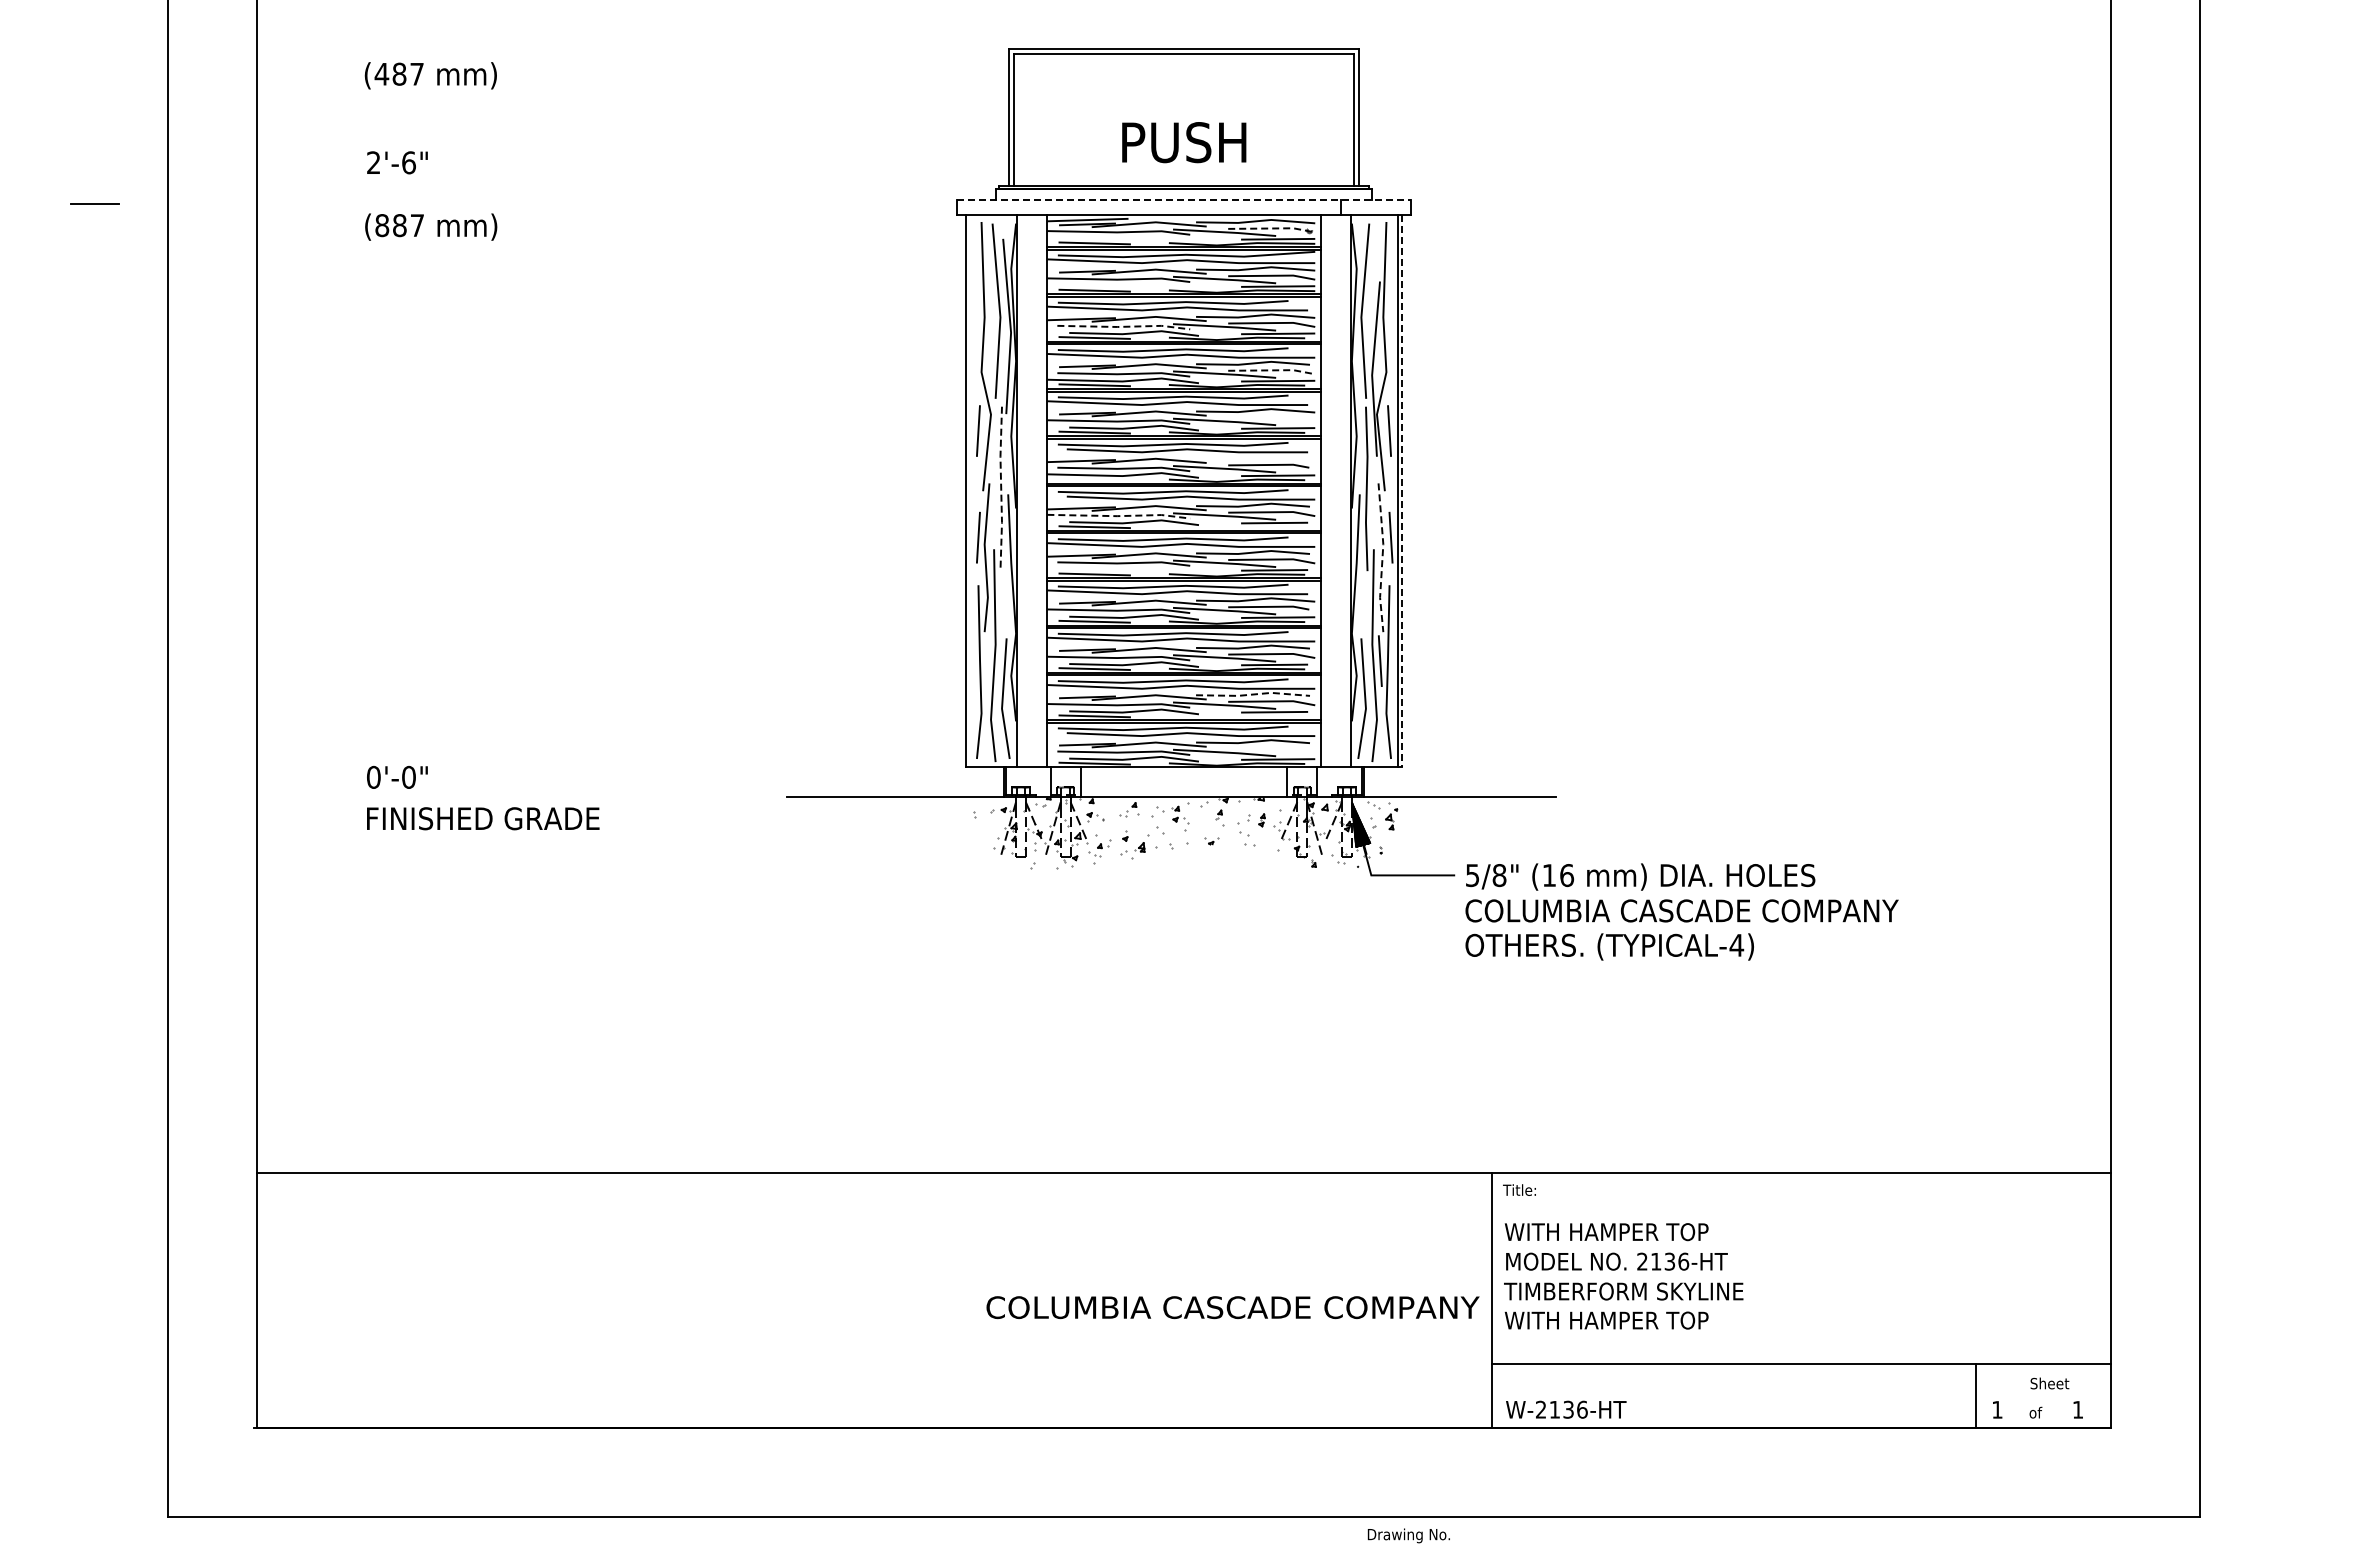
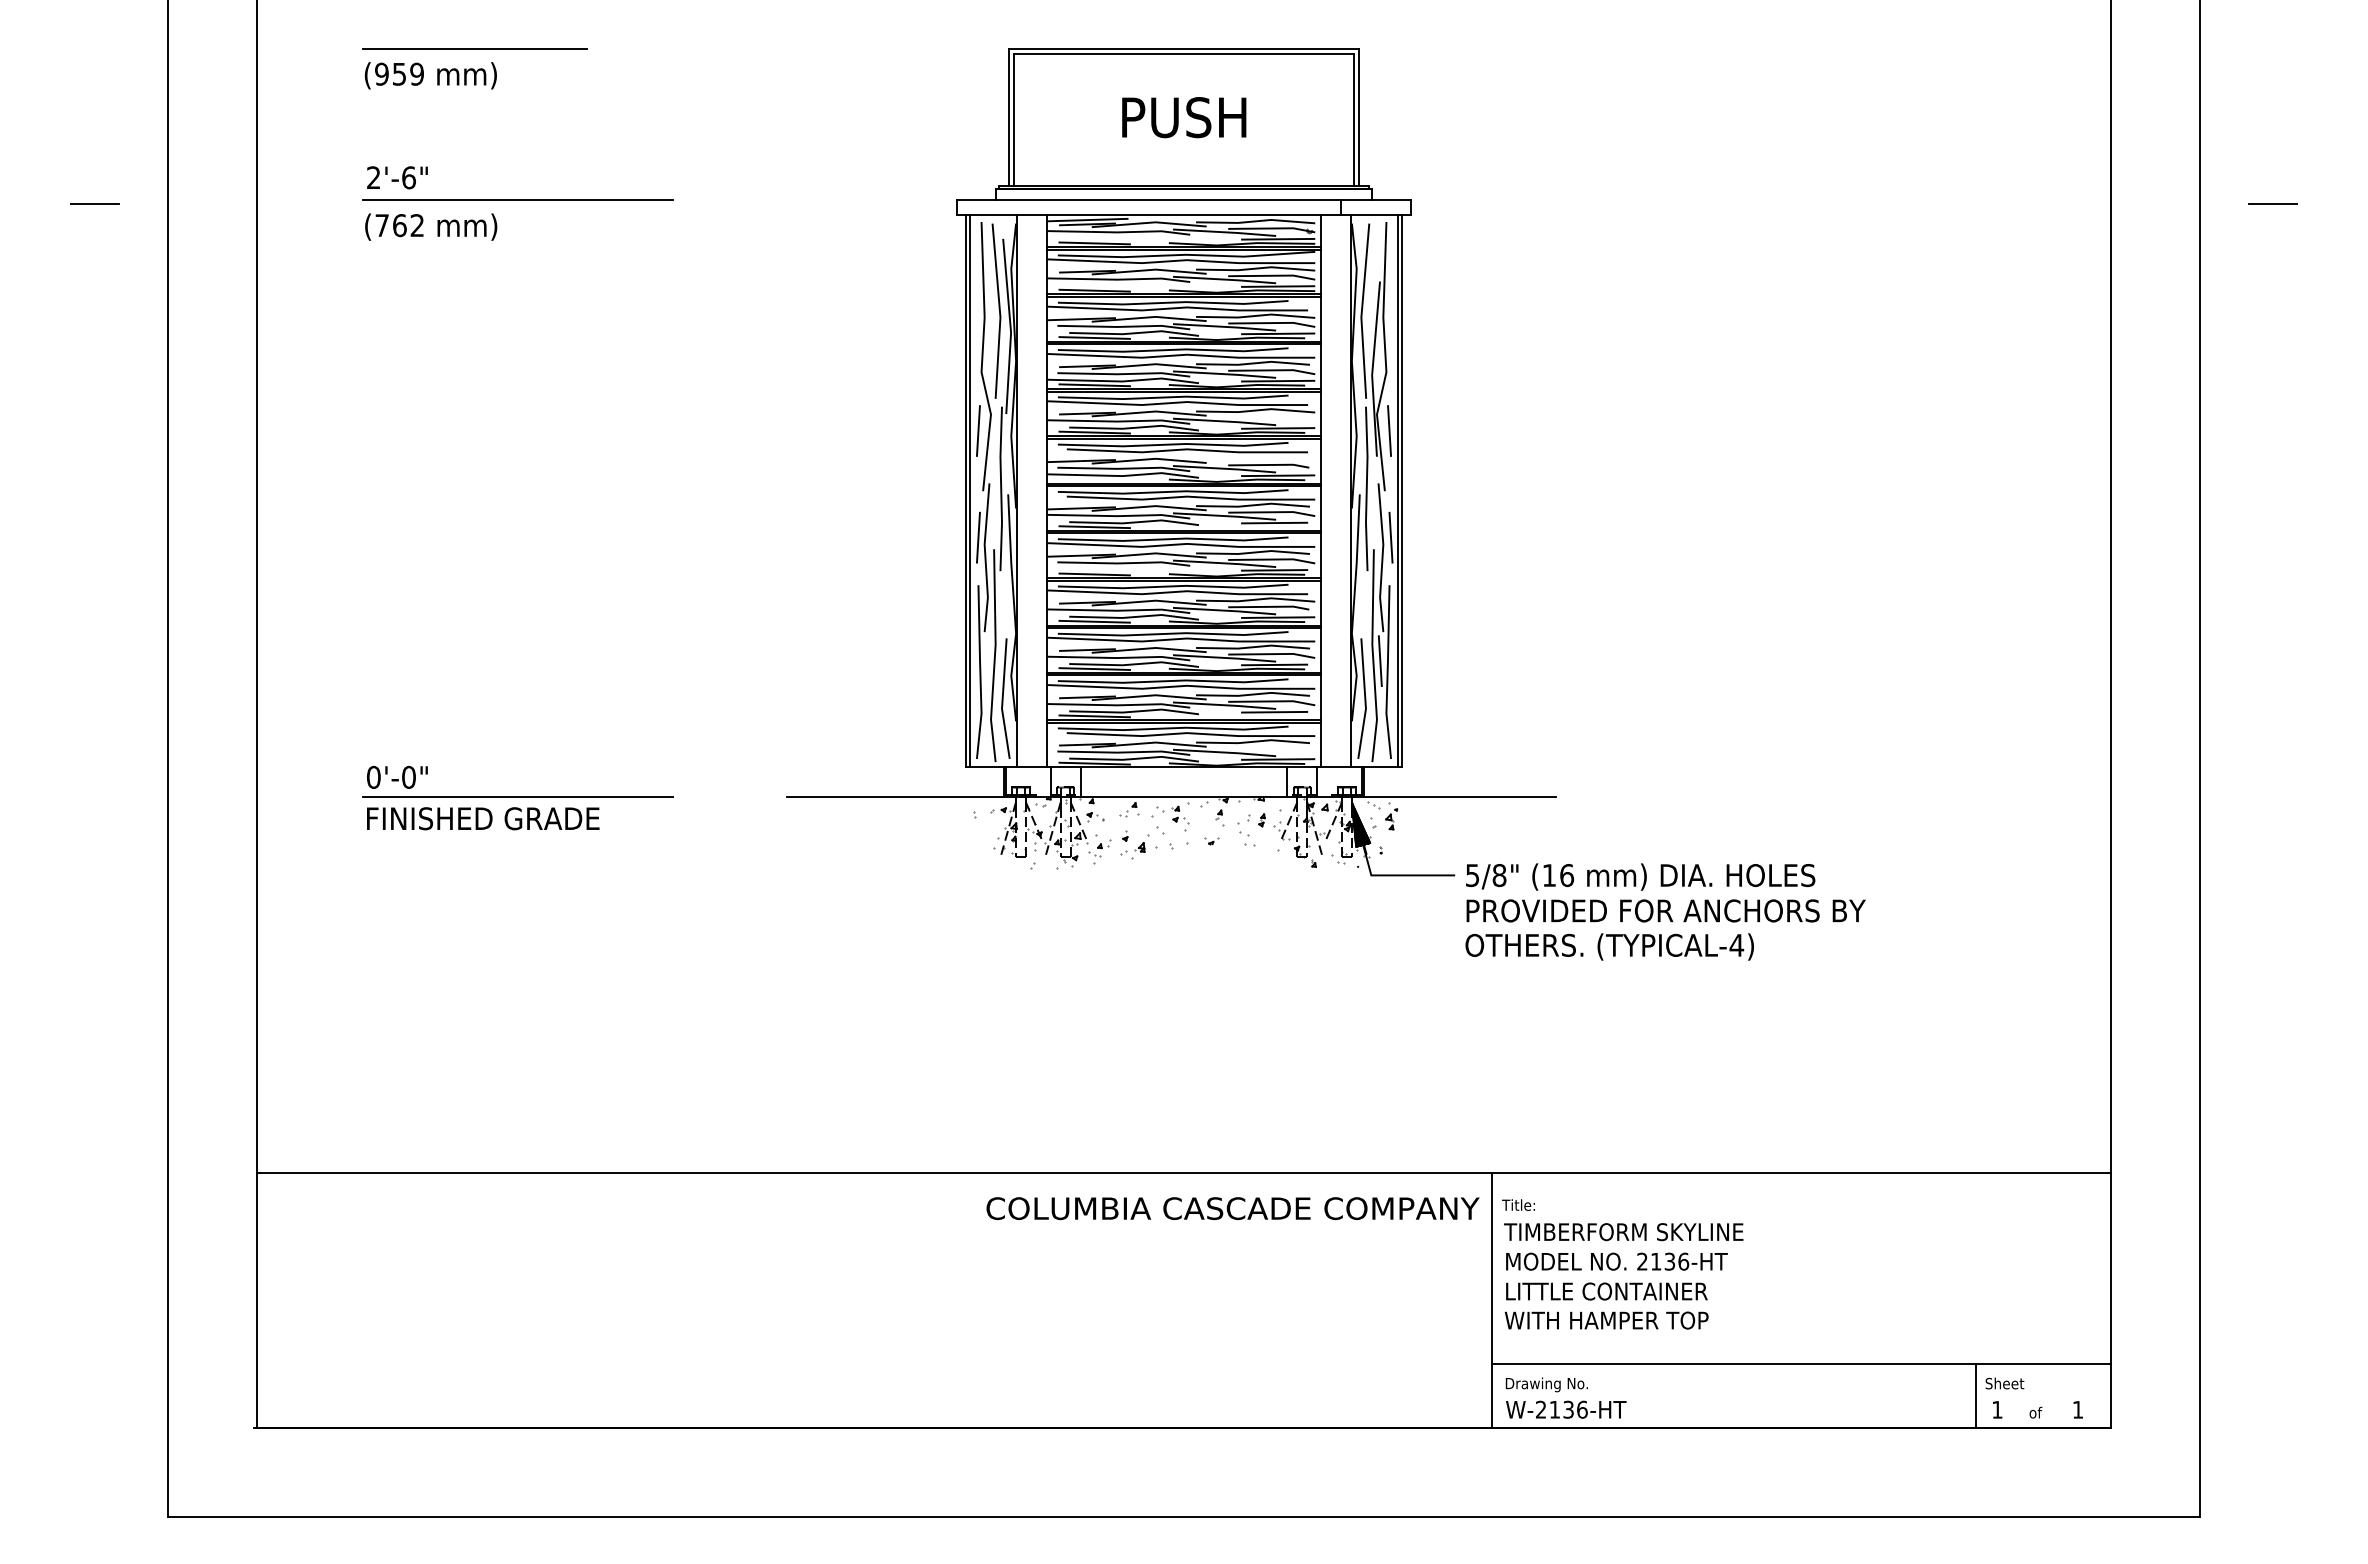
line at (475, 49): none -> present
text at (398, 73): (487 -> (959
text at (1184, 142) position: (1184, 142) -> (1184, 117)
text at (397, 162) position: (397, 162) -> (397, 177)
line at (517, 199): none -> present
line at (1183, 199): dashed -> solid
line at (2272, 203): none -> present
text at (399, 225): (887 -> (762
line at (1272, 228): dashed -> solid
line at (1124, 326): dashed -> solid
line at (1272, 370): dashed -> solid
line at (1001, 488): dashed -> solid
line at (969, 490): none -> present
line at (1402, 491): dashed -> solid
line at (1119, 516): dashed -> solid
line at (1382, 558): dashed -> solid
line at (1252, 694): dashed -> solid
line at (517, 797): none -> present
text at (1681, 910): COLUMBIA CASCADE COMPANY -> PROVIDED FOR ANCHORS BY
text at (1519, 1189) position: (1519, 1189) -> (1518, 1204)
text at (1623, 1232): WITH HAMPER TOP -> TIMBERFORM SKYLINE
text at (1623, 1291): TIMBERFORM SKYLINE -> LITTLE CONTAINER
text at (1232, 1307) position: (1232, 1307) -> (1232, 1208)
text at (2049, 1383) position: (2049, 1383) -> (2004, 1383)
text at (1408, 1535) position: (1408, 1535) -> (1546, 1384)
